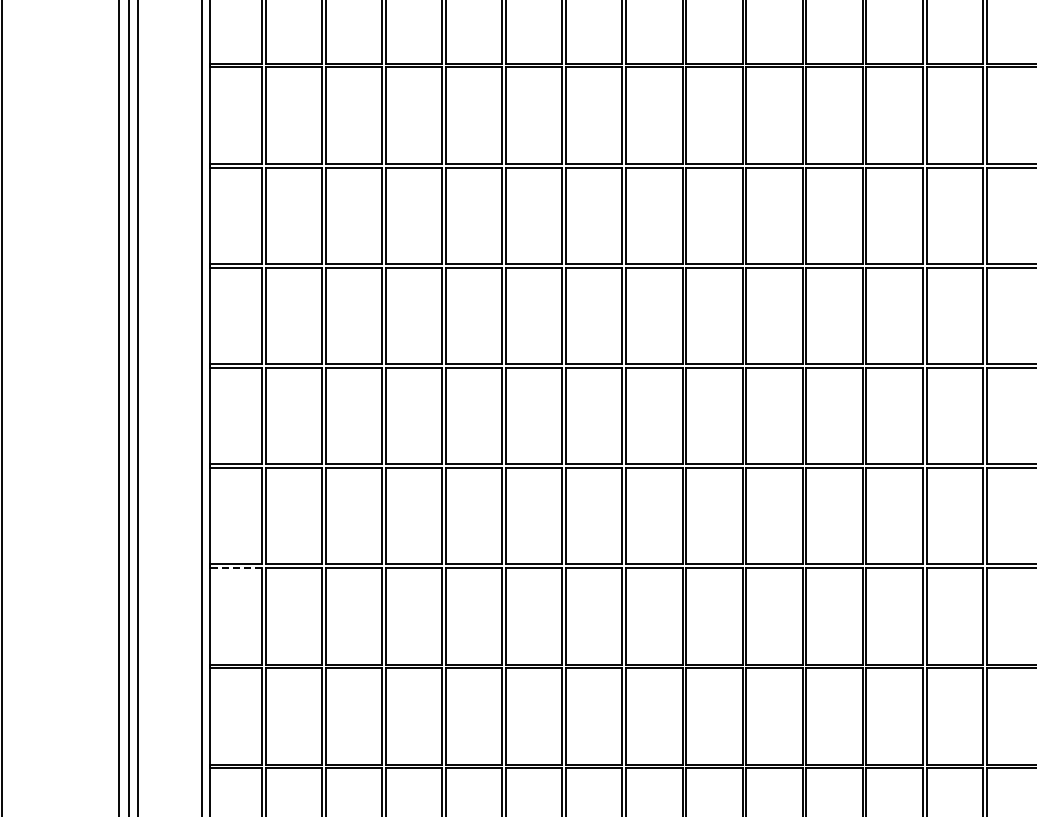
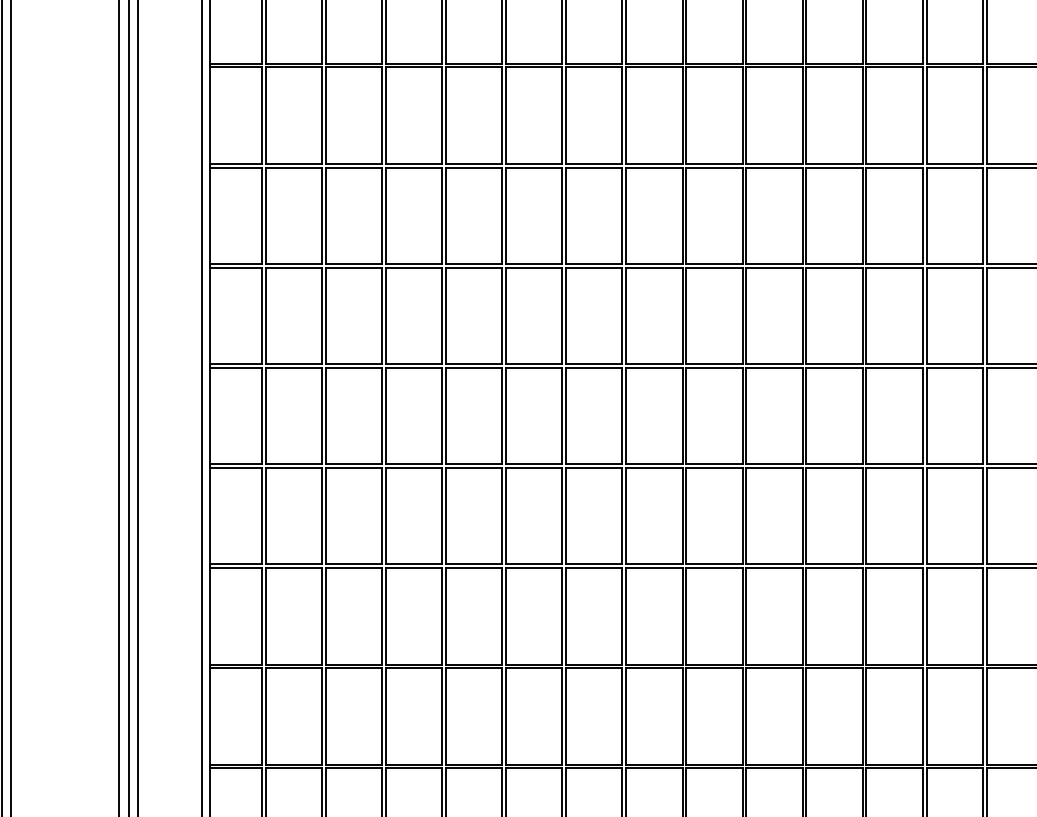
line at (11, 407): none -> present
line at (235, 568): dashed -> solid
